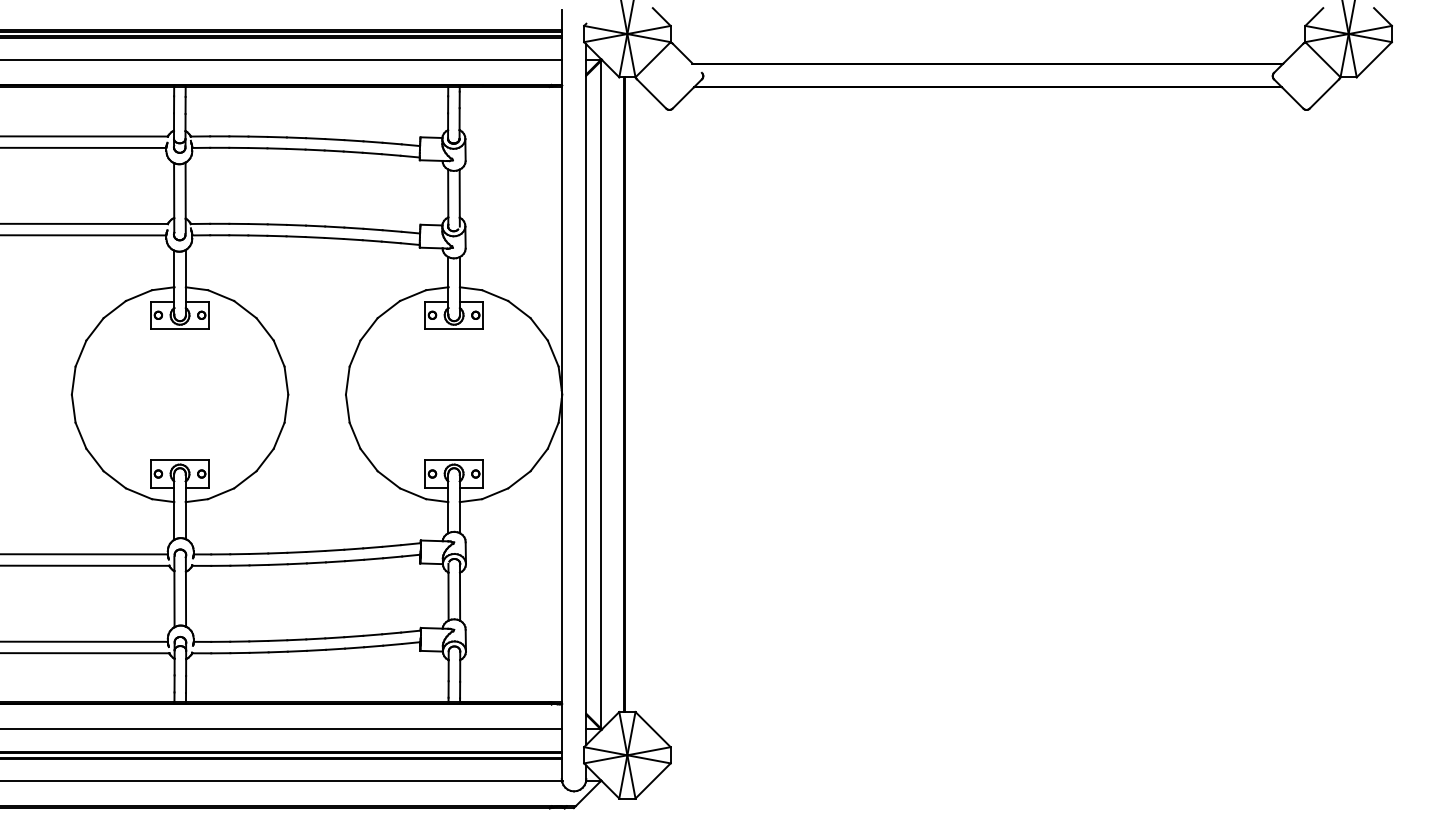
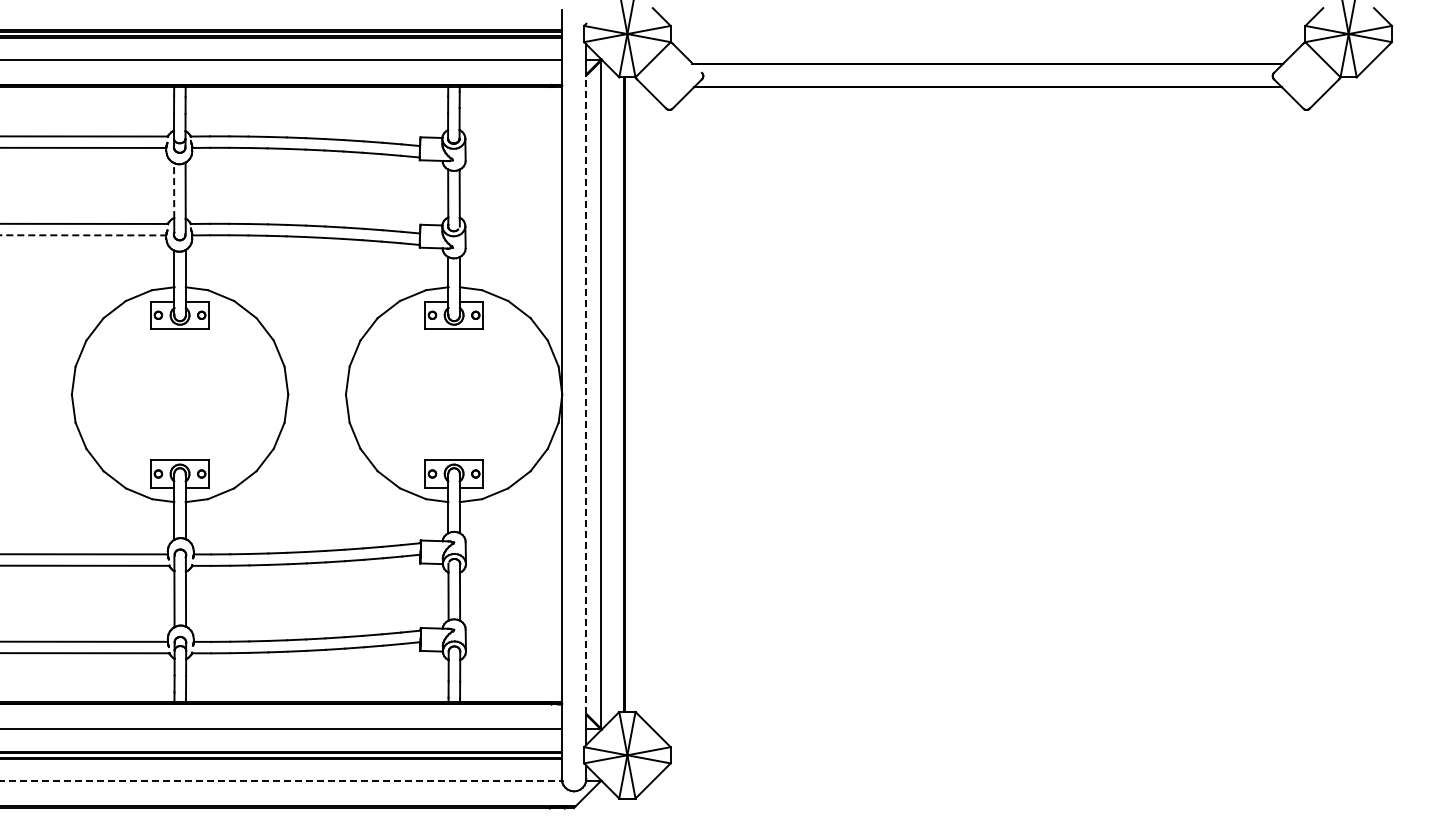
line at (174, 190): solid -> dashed
line at (83, 235): solid -> dashed
line at (586, 394): solid -> dashed
line at (281, 781): solid -> dashed
